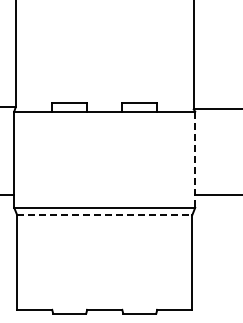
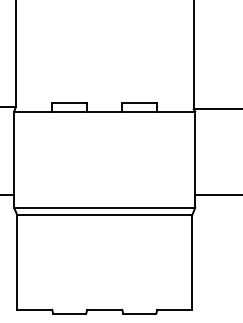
line at (195, 160): dashed -> solid
line at (104, 215): dashed -> solid
